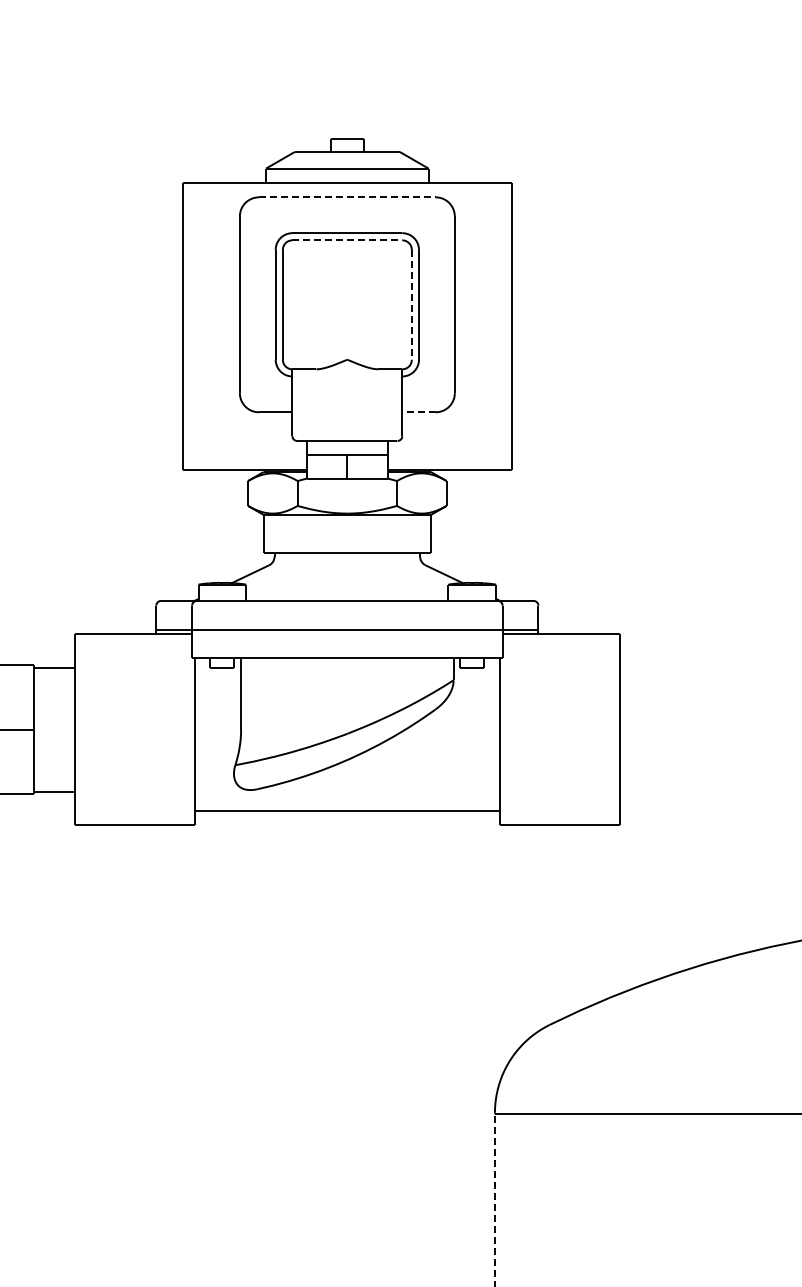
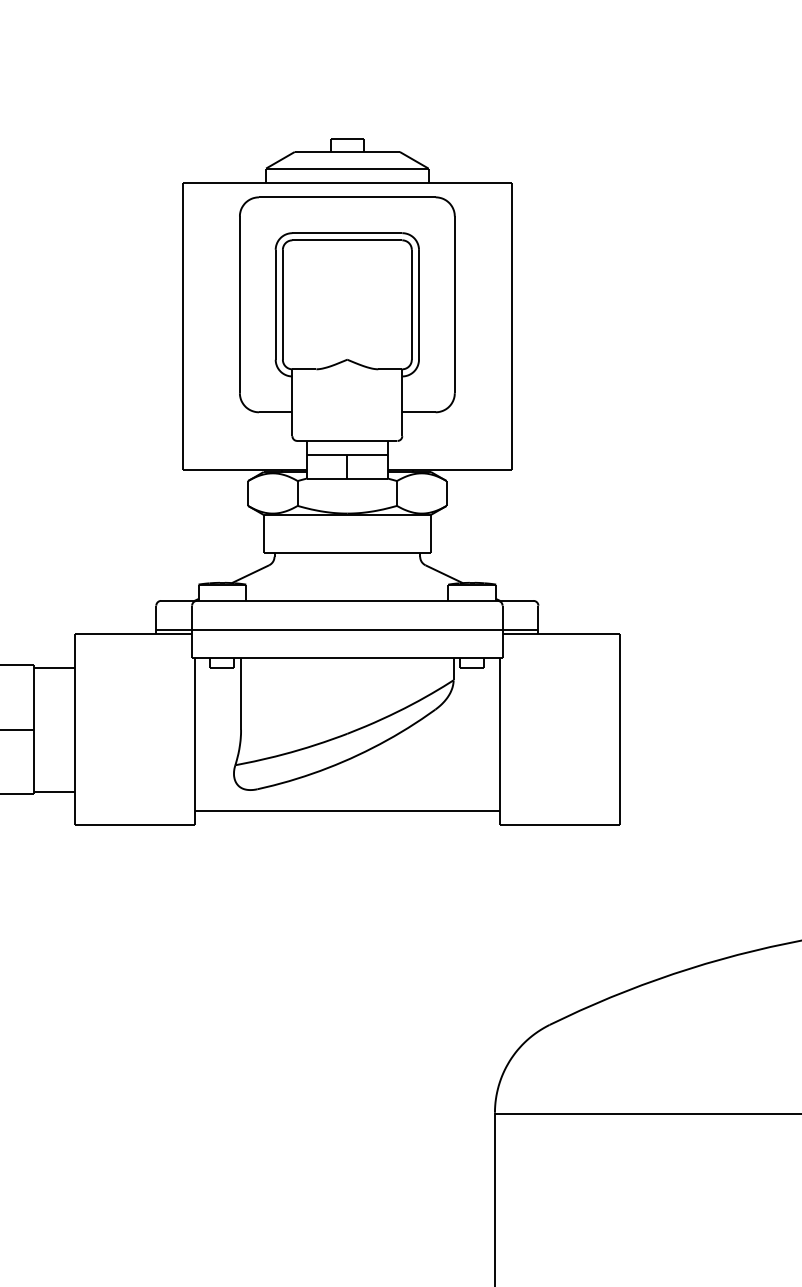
line at (347, 197): dashed -> solid
line at (347, 240): dashed -> solid
line at (411, 304): dashed -> solid
line at (418, 412): dashed -> solid
line at (494, 1199): dashed -> solid
